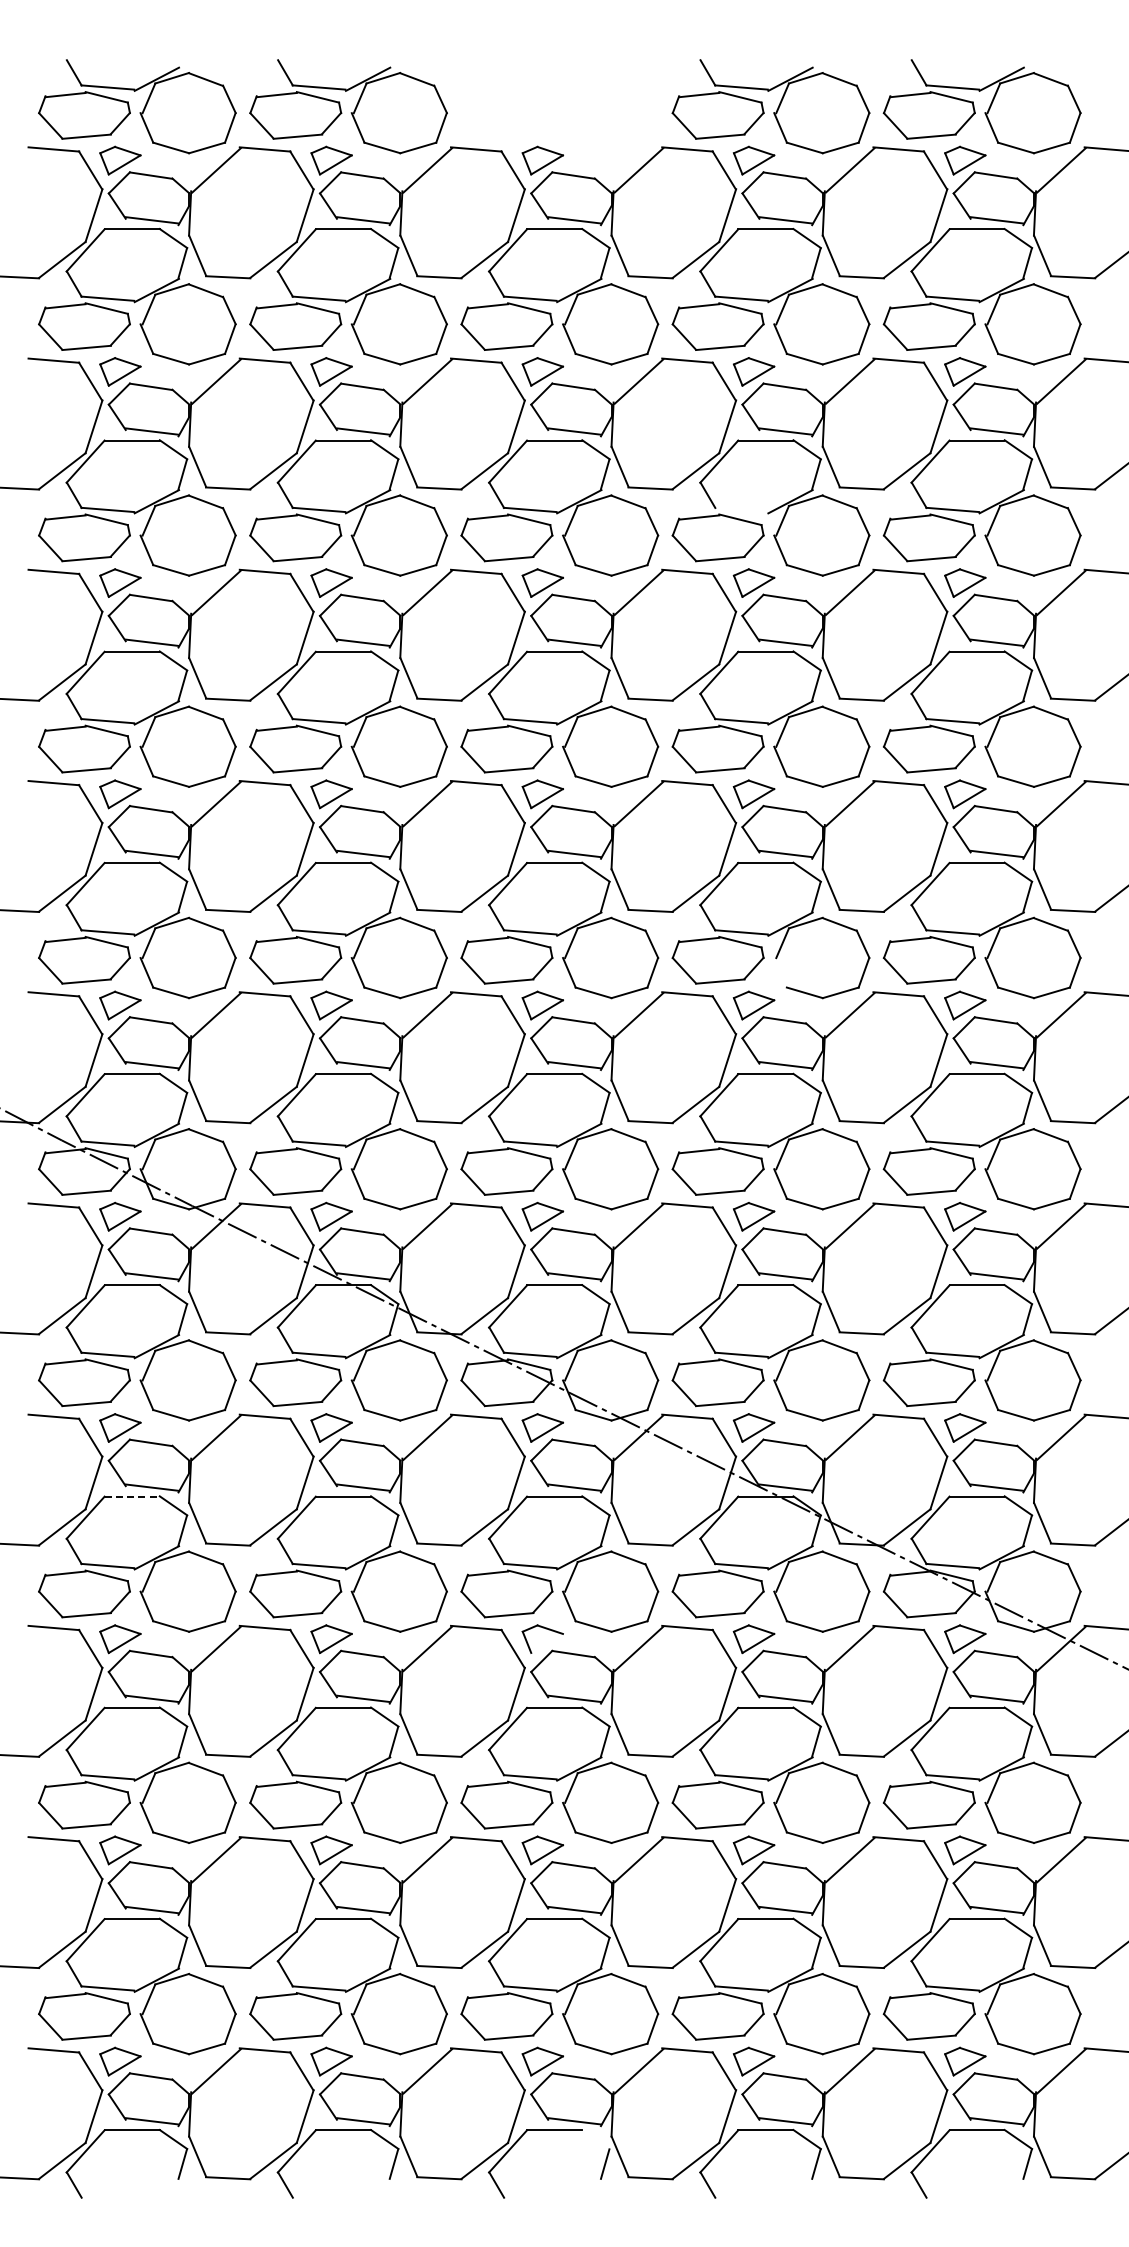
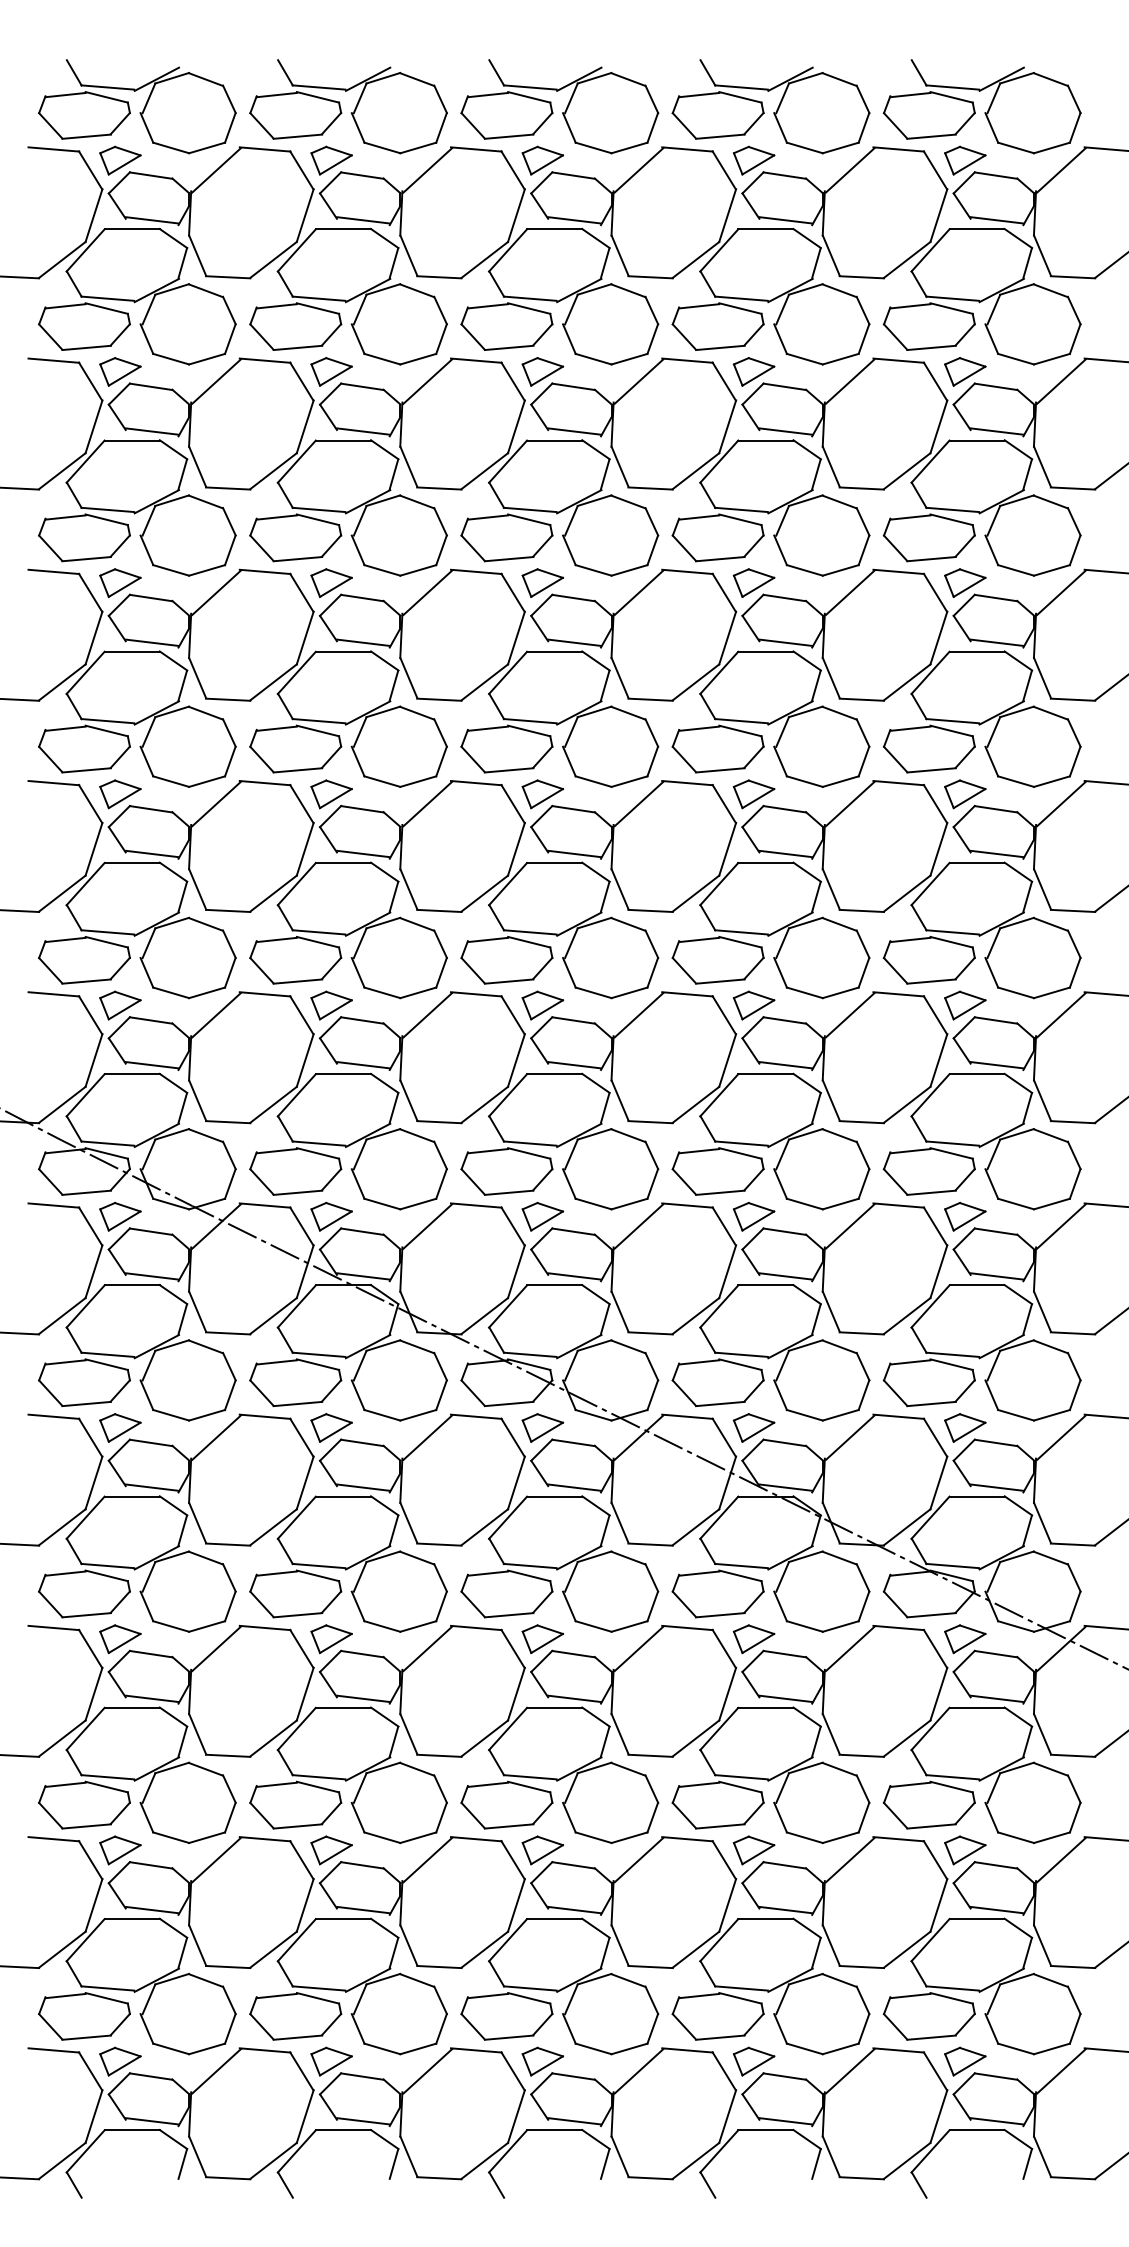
part at (565, 109): none -> present
line at (741, 509): none -> present
line at (780, 972): none -> present
line at (132, 1496): dashed -> solid
line at (546, 1642): none -> present
line at (595, 2138): none -> present
